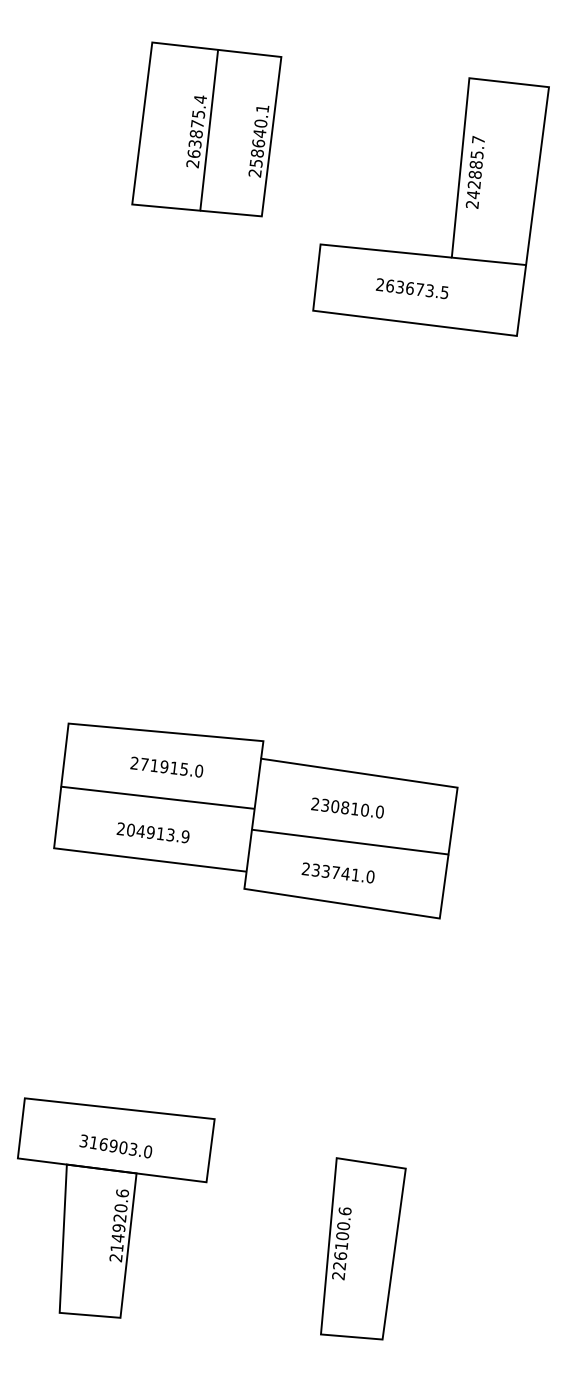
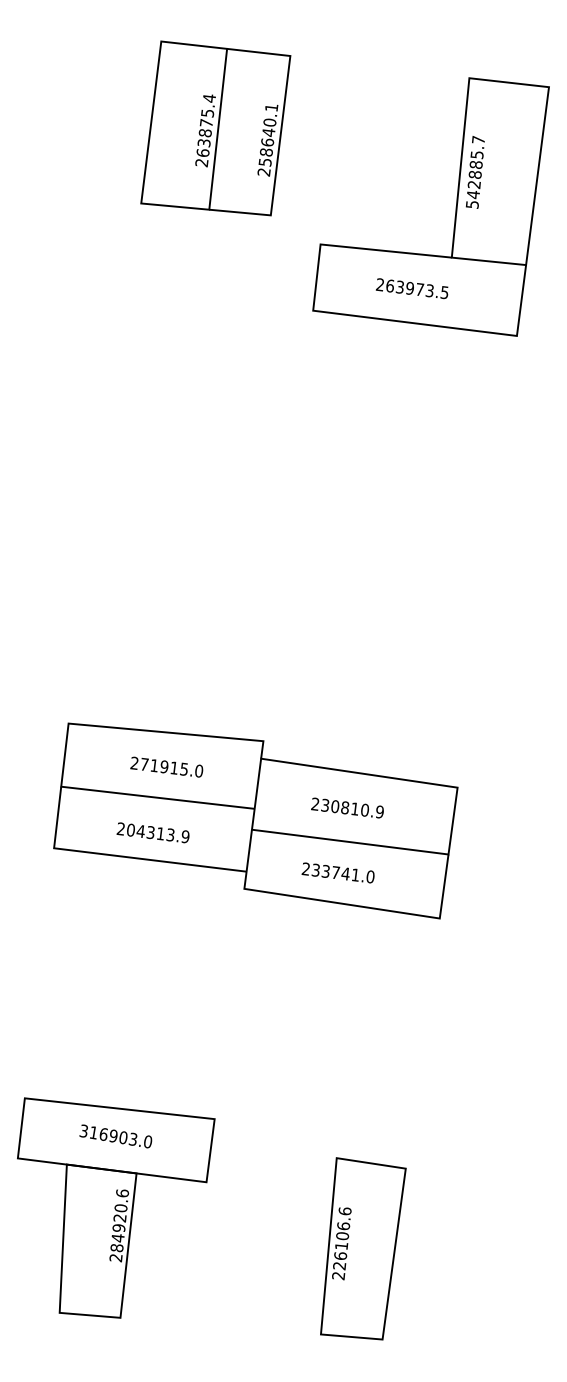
text at (206, 129) position: (206, 129) -> (215, 128)
text at (471, 204): 242885.7 -> 542885.7
text at (409, 287): 263673.5 -> 263973.5
text at (379, 811): 230810.0 -> 230810.9
text at (150, 832): 204913.9 -> 204313.9
text at (115, 1146) position: (115, 1146) -> (115, 1136)
text at (343, 1225): 226100.6 -> 226106.6
text at (116, 1248): 214920.6 -> 284920.6
